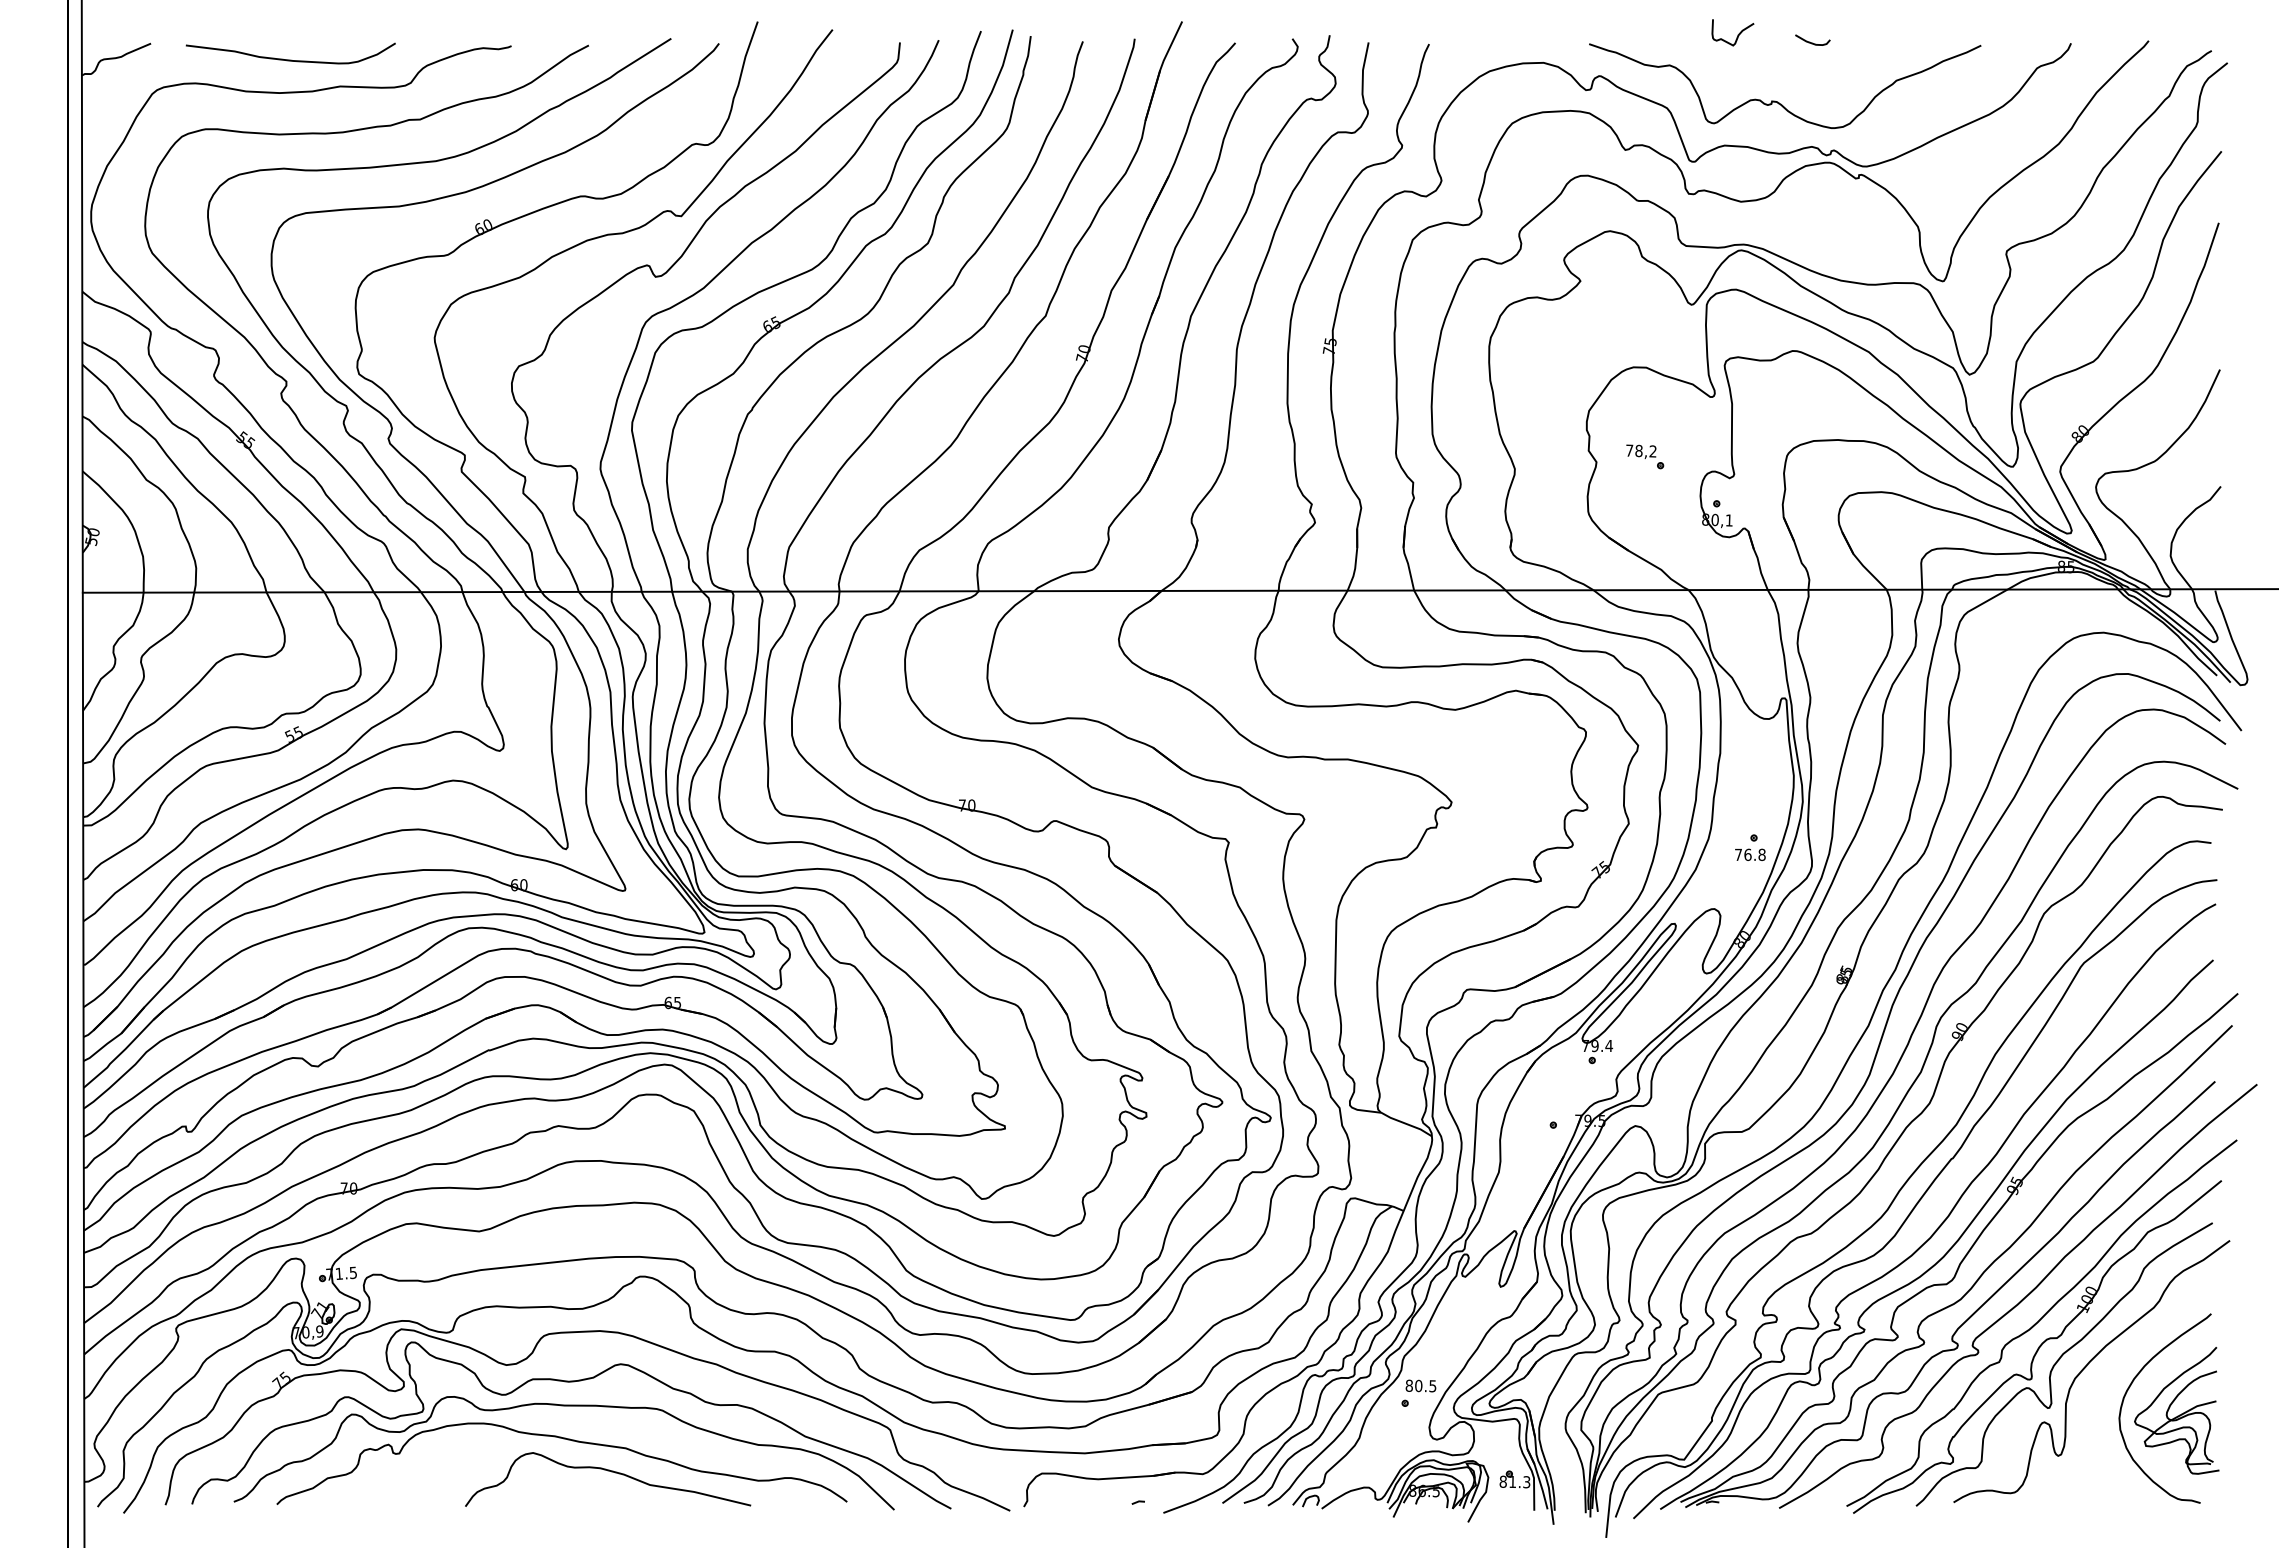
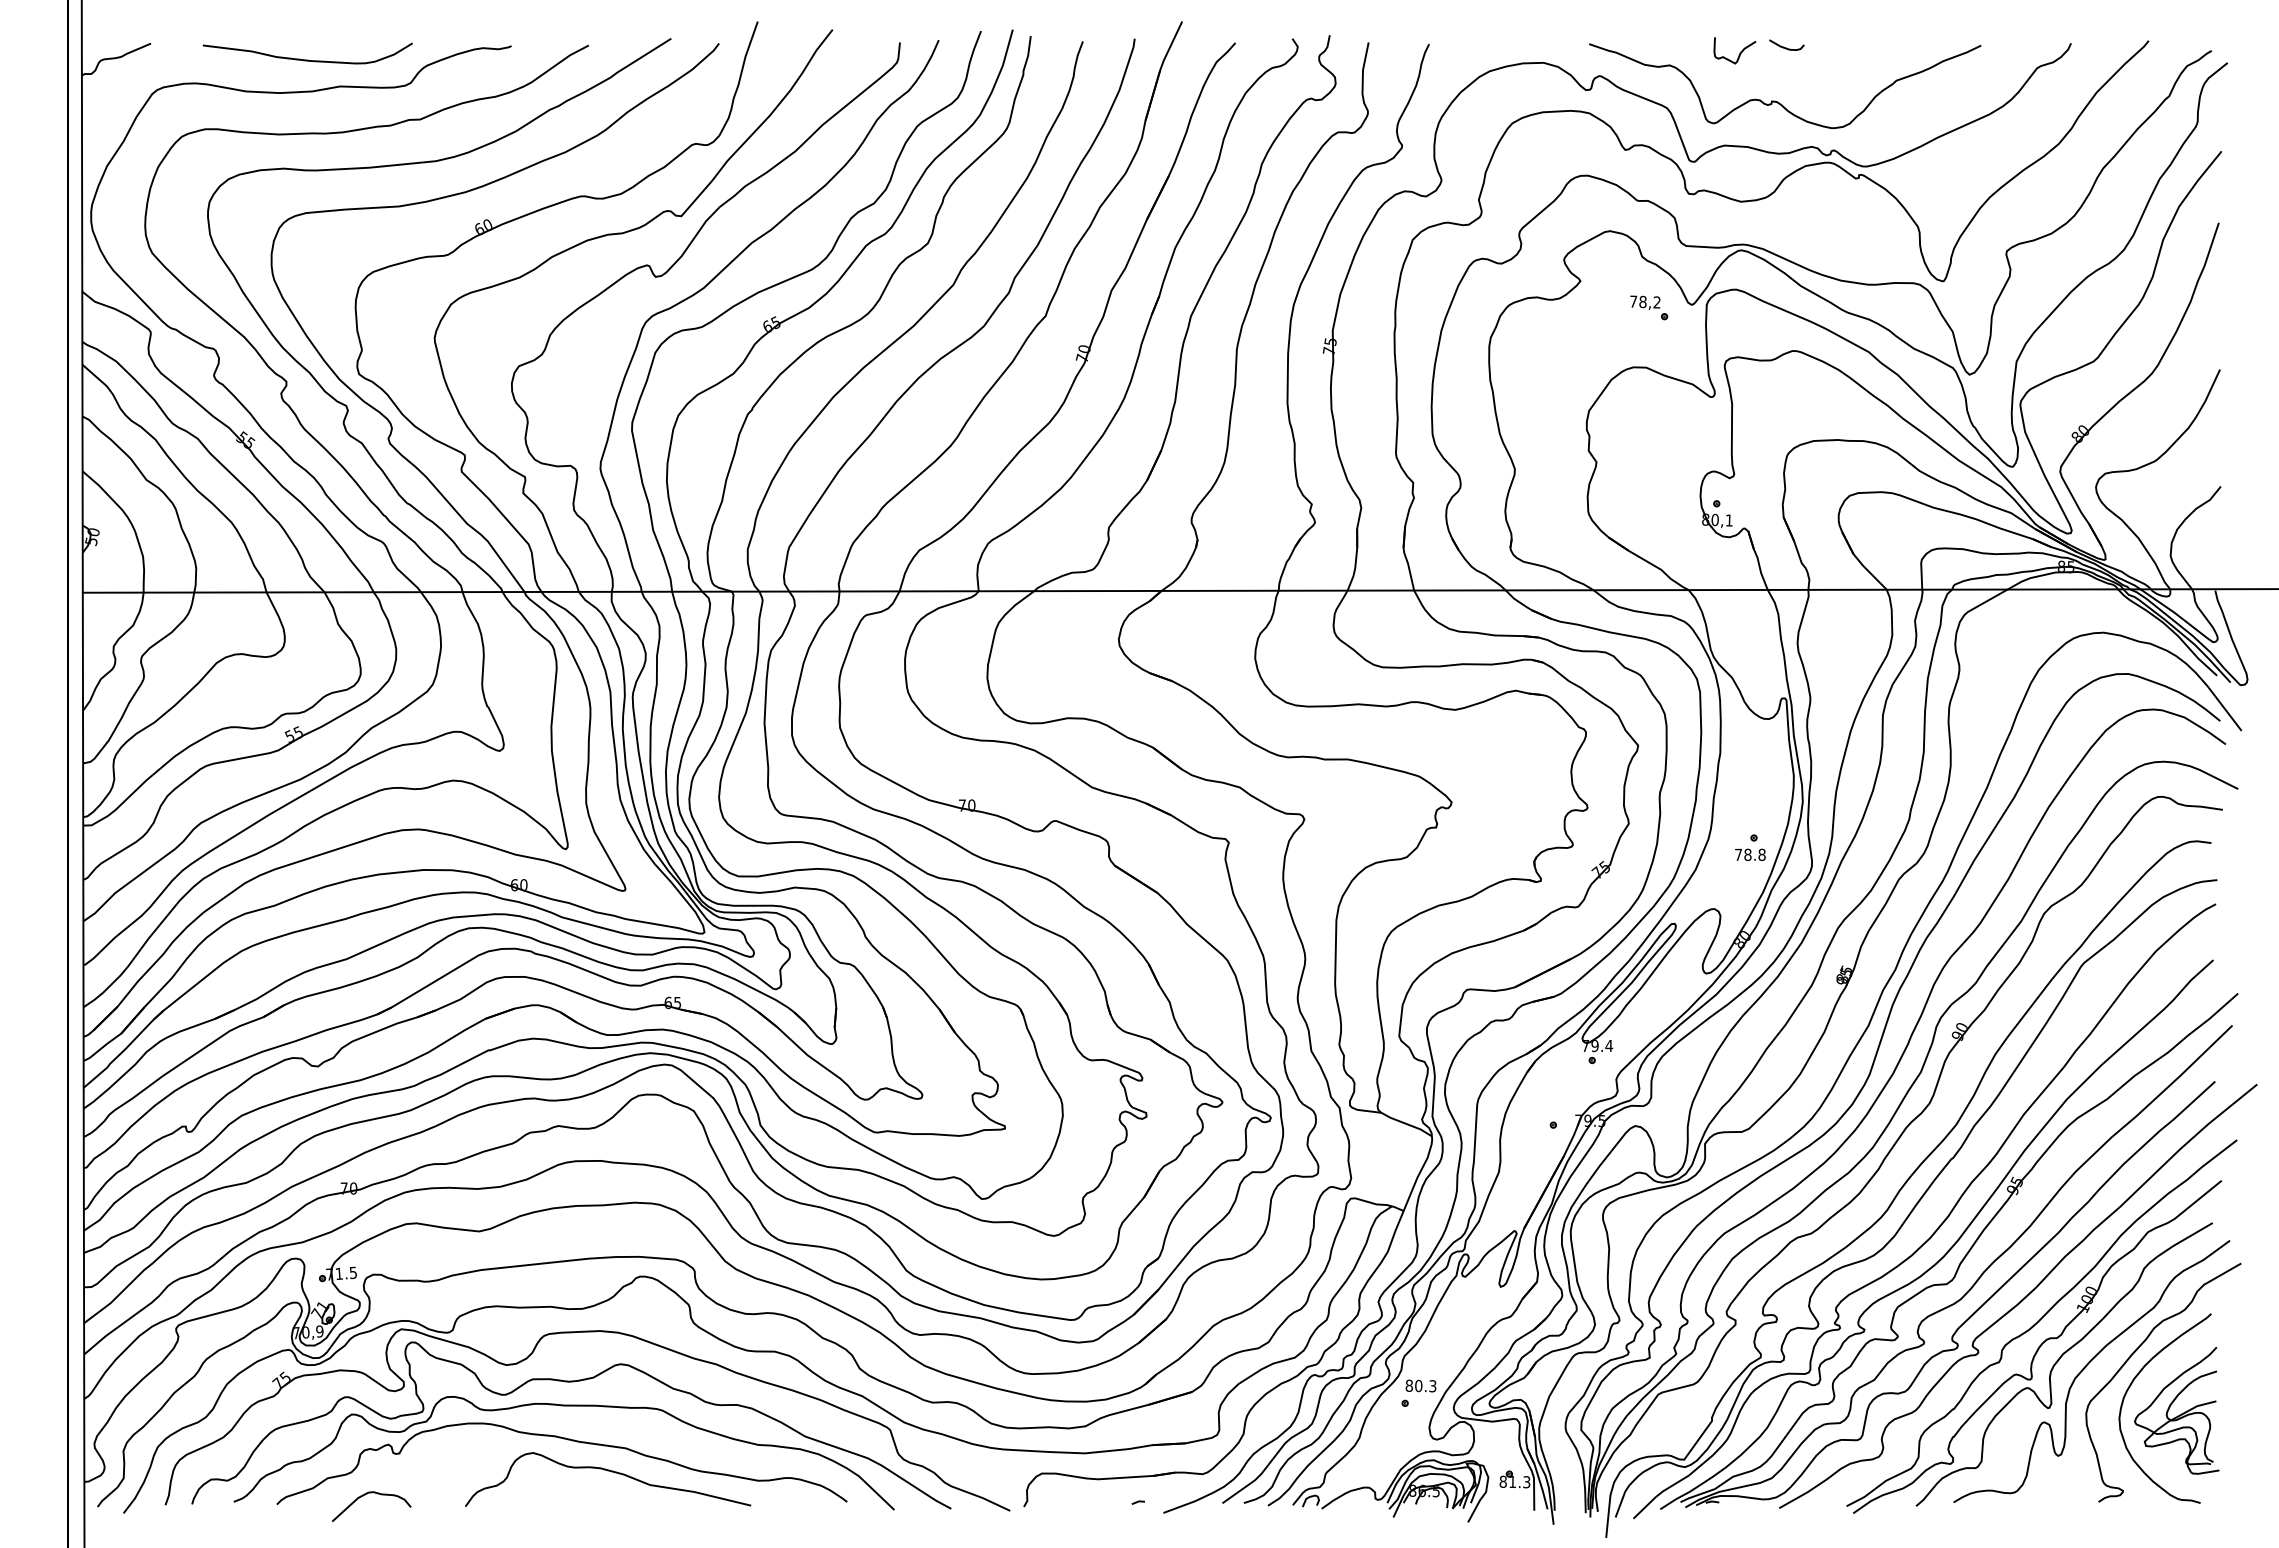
curve at (1737, 35) position: (1737, 35) -> (1739, 53)
curve at (1810, 41) position: (1810, 41) -> (1784, 46)
curve at (290, 59) position: (290, 59) -> (307, 59)
part at (1645, 456) position: (1645, 456) -> (1649, 307)
text at (1747, 854): 76.8 -> 78.8
curve at (2130, 1358): none -> present
text at (1432, 1385): 80.5 -> 80.3
curve at (365, 1495): none -> present
